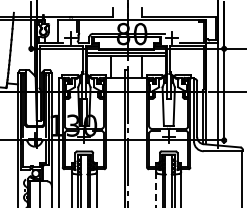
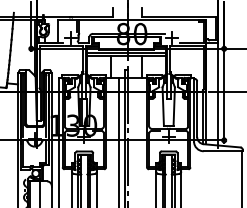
line at (119, 140): none -> present
line at (156, 189): dashed -> solid
